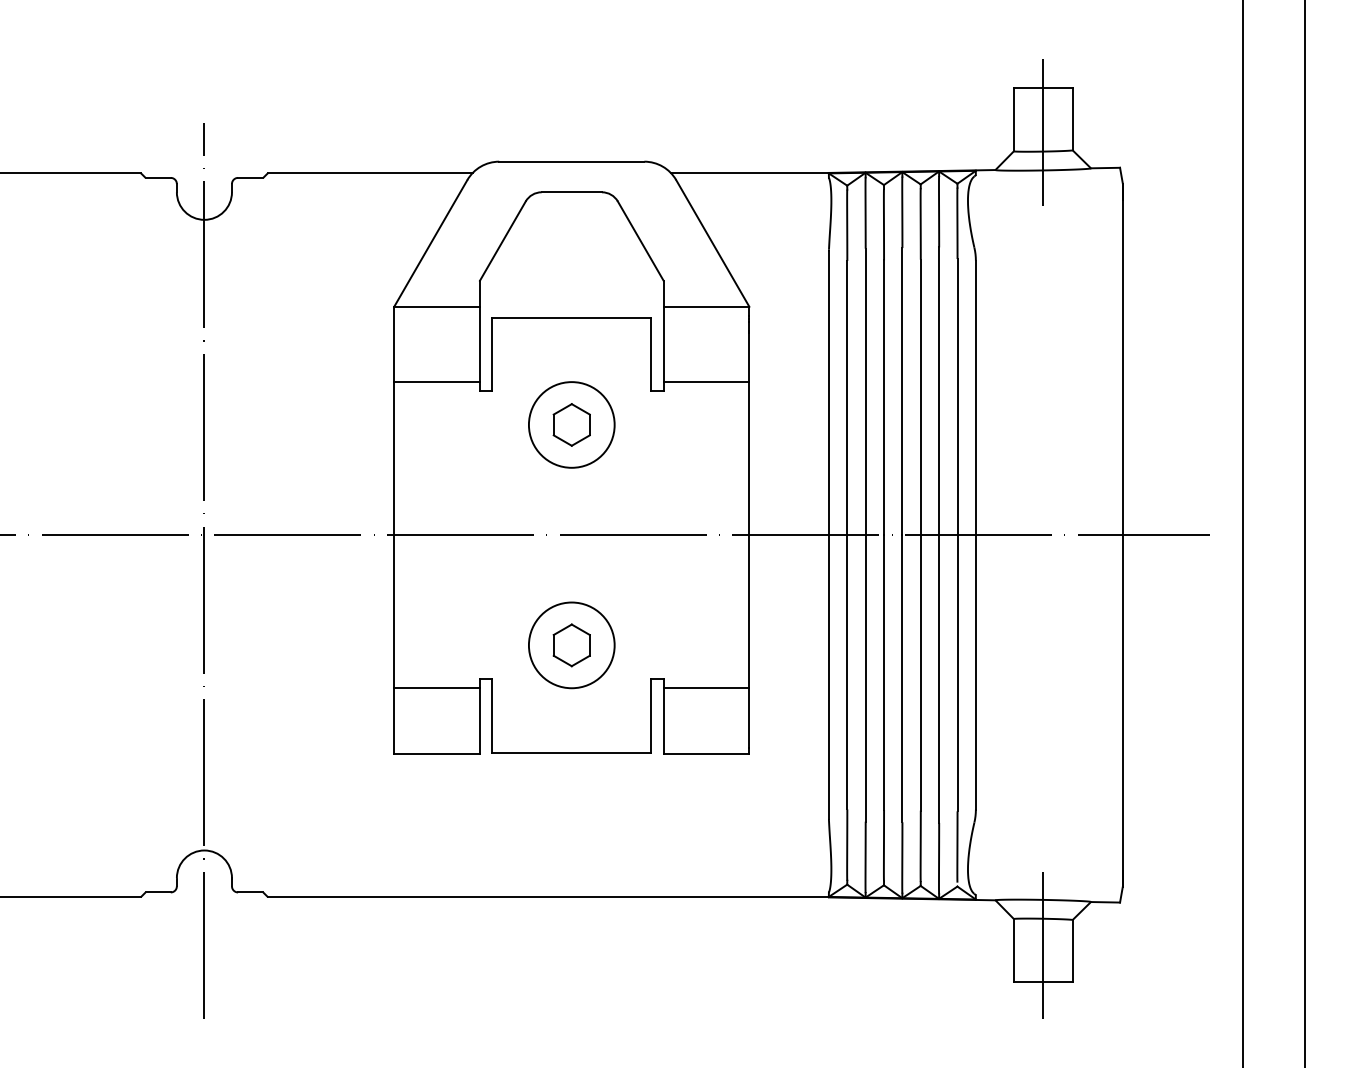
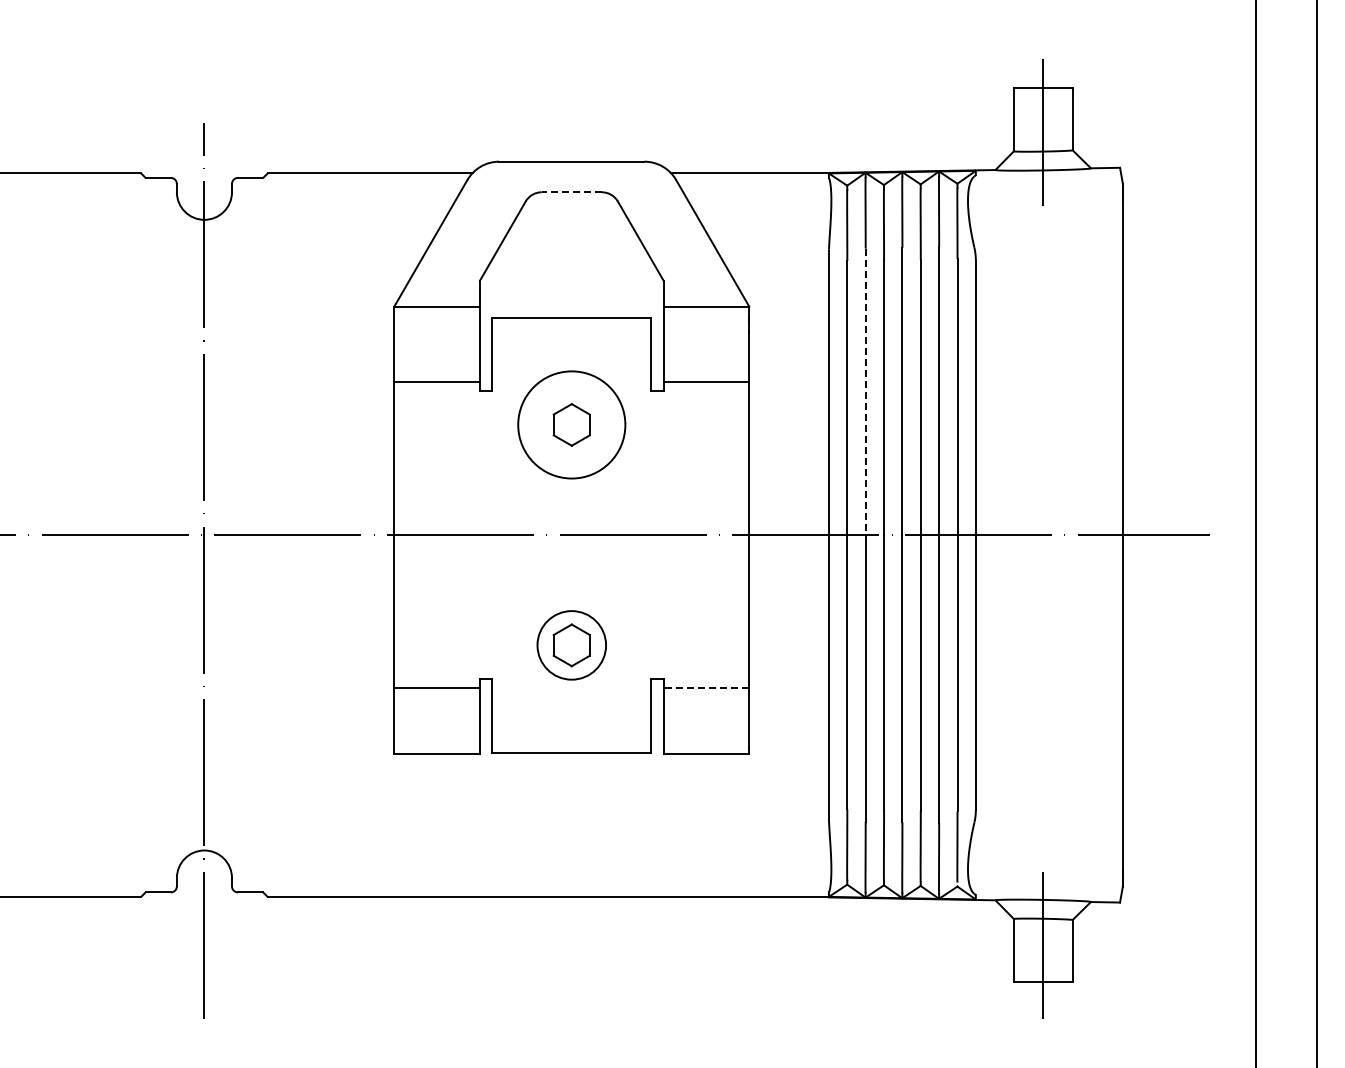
line at (571, 192): solid -> dashed
line at (865, 392): solid -> dashed
circle at (571, 424) diameter: 86 px -> 107 px
line at (1243, 533) position: (1243, 533) -> (1256, 533)
line at (1304, 533) position: (1304, 533) -> (1316, 533)
circle at (571, 645) diameter: 86 px -> 69 px
line at (706, 688): solid -> dashed
